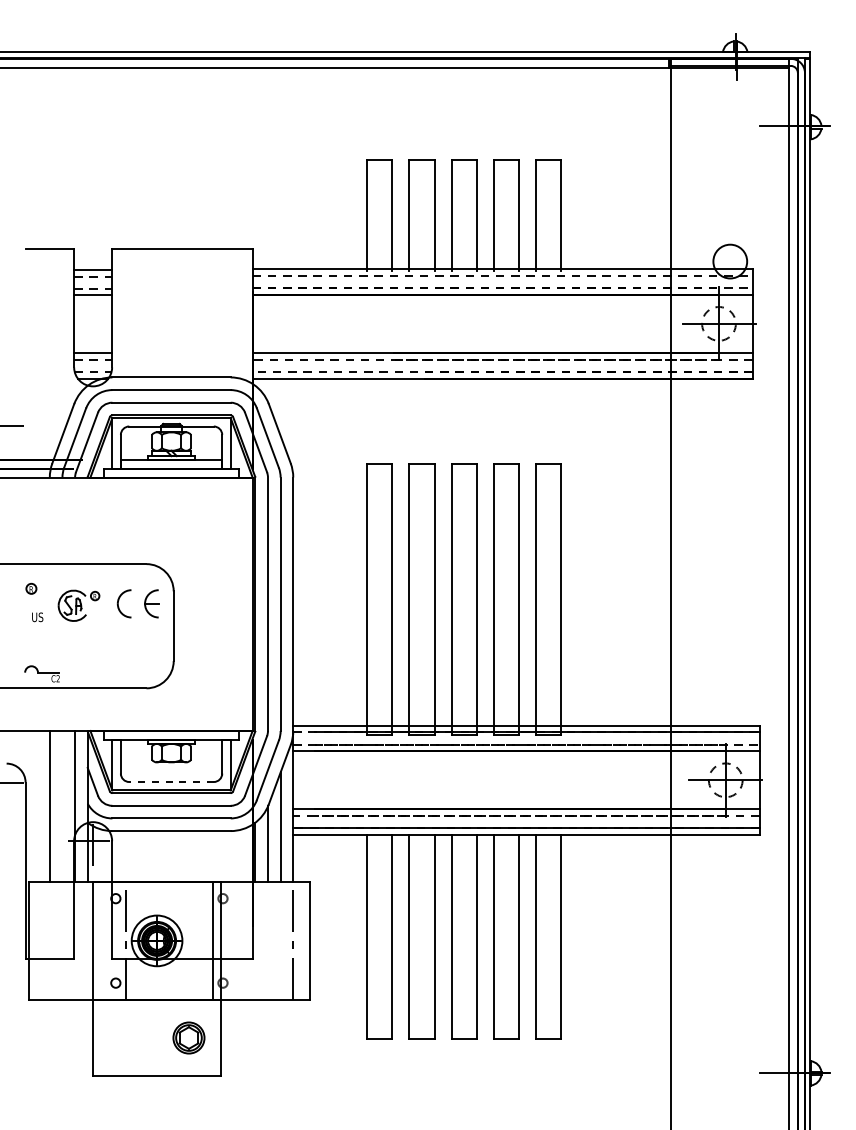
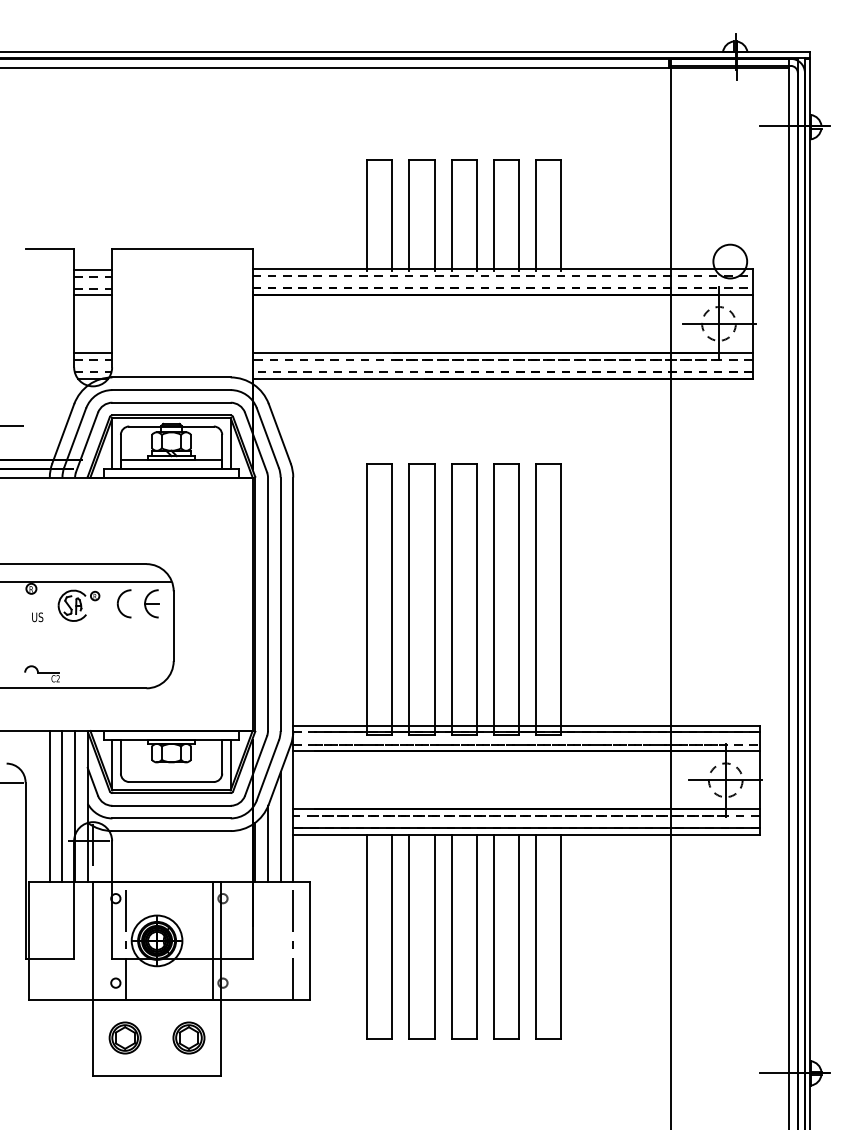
line at (86, 582): none -> present
line at (171, 782): dashed -> solid
line at (62, 805): none -> present
part at (124, 1037): none -> present
